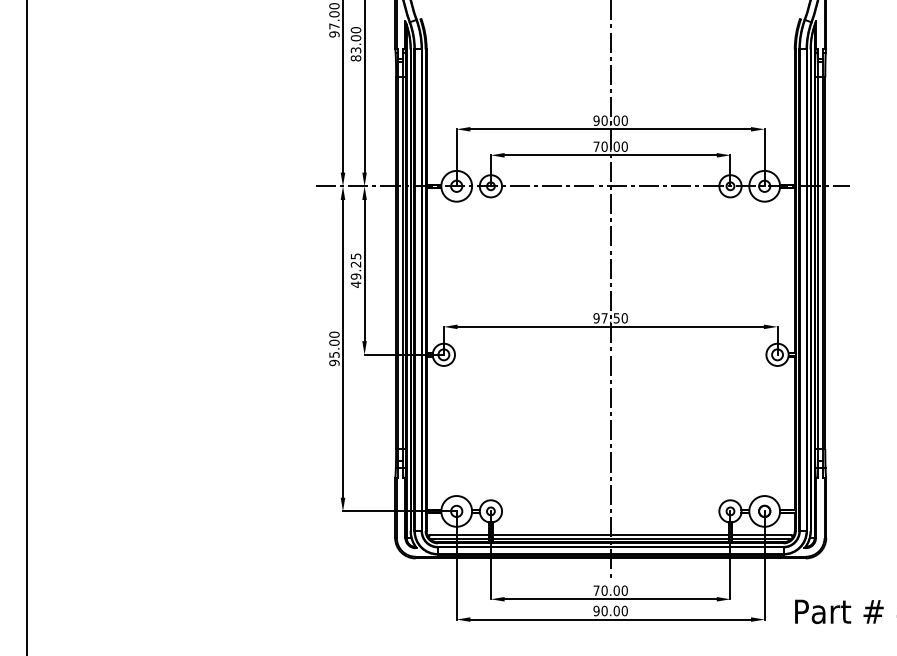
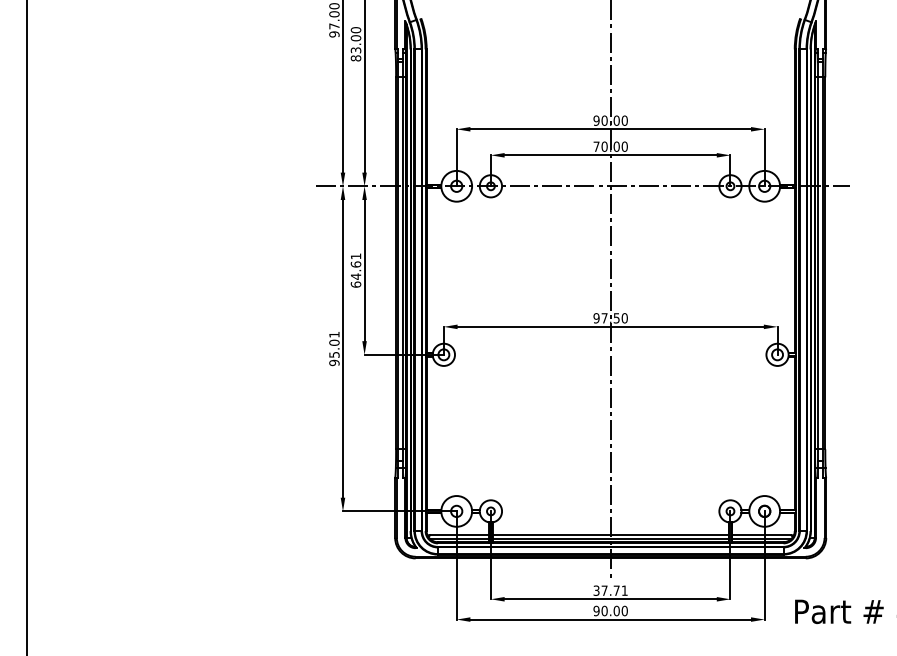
text at (355, 270): 49.25 -> 64.61
text at (334, 334): 95.00 -> 95.01
text at (610, 590): 70.00 -> 37.71
